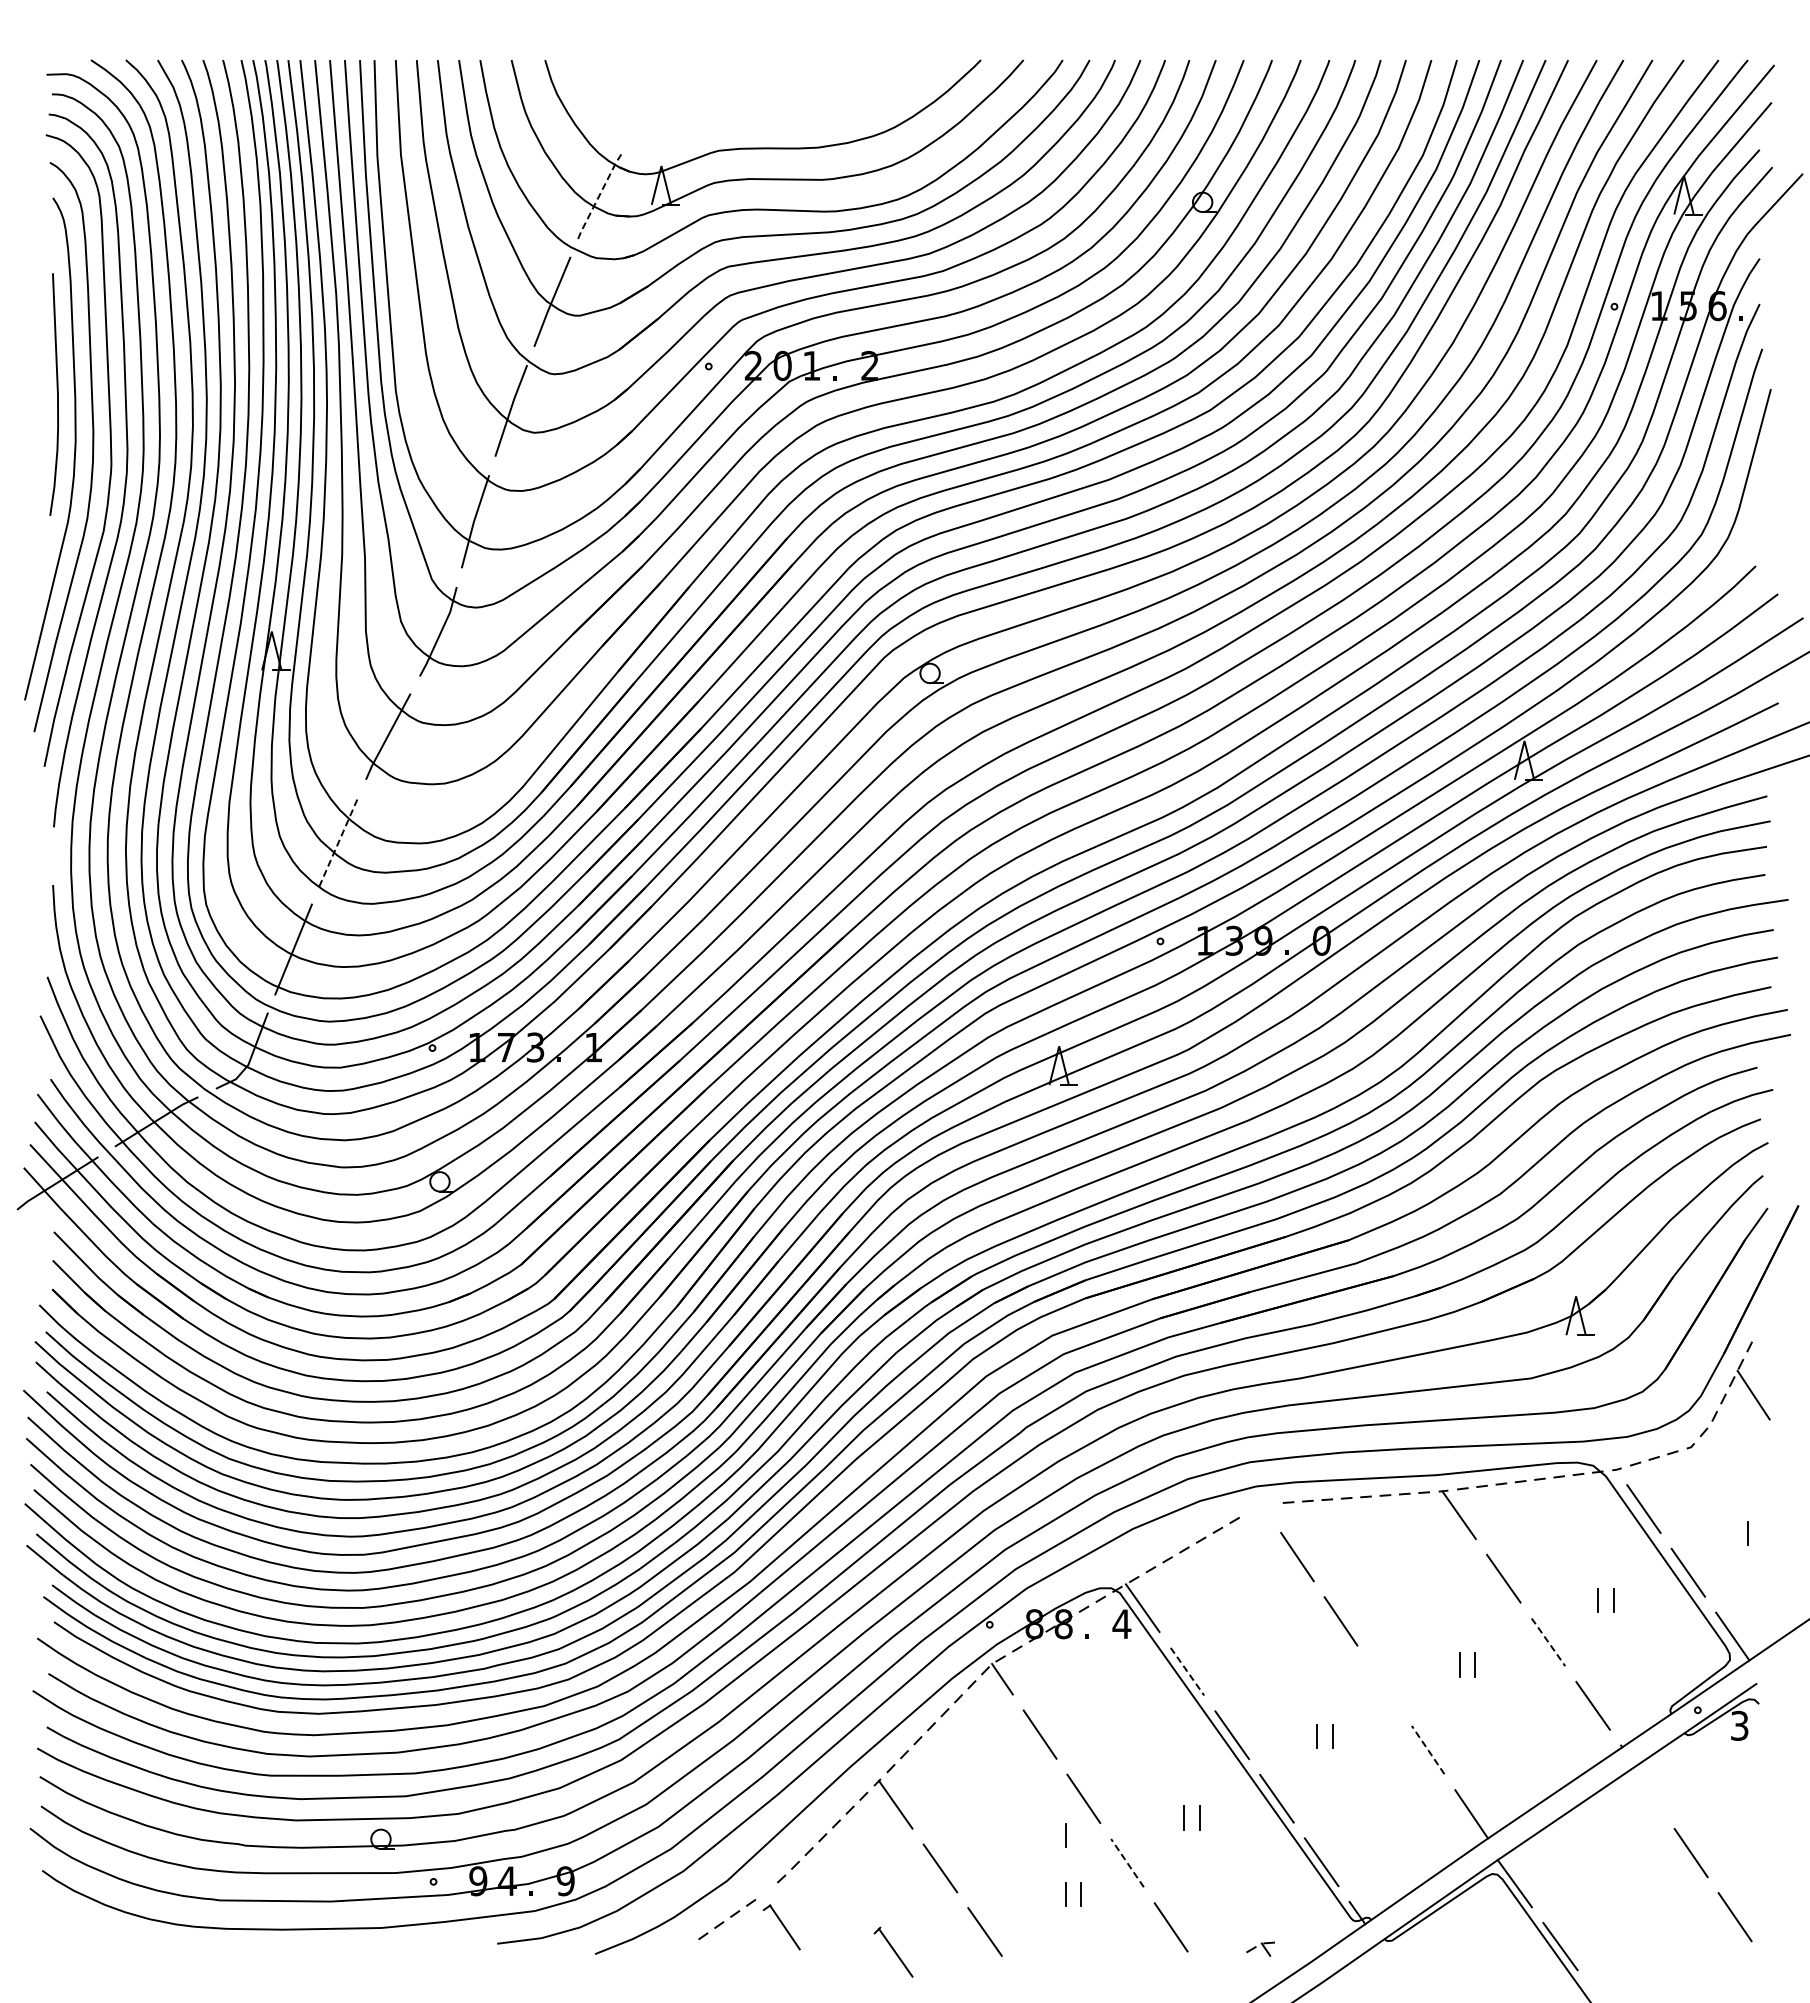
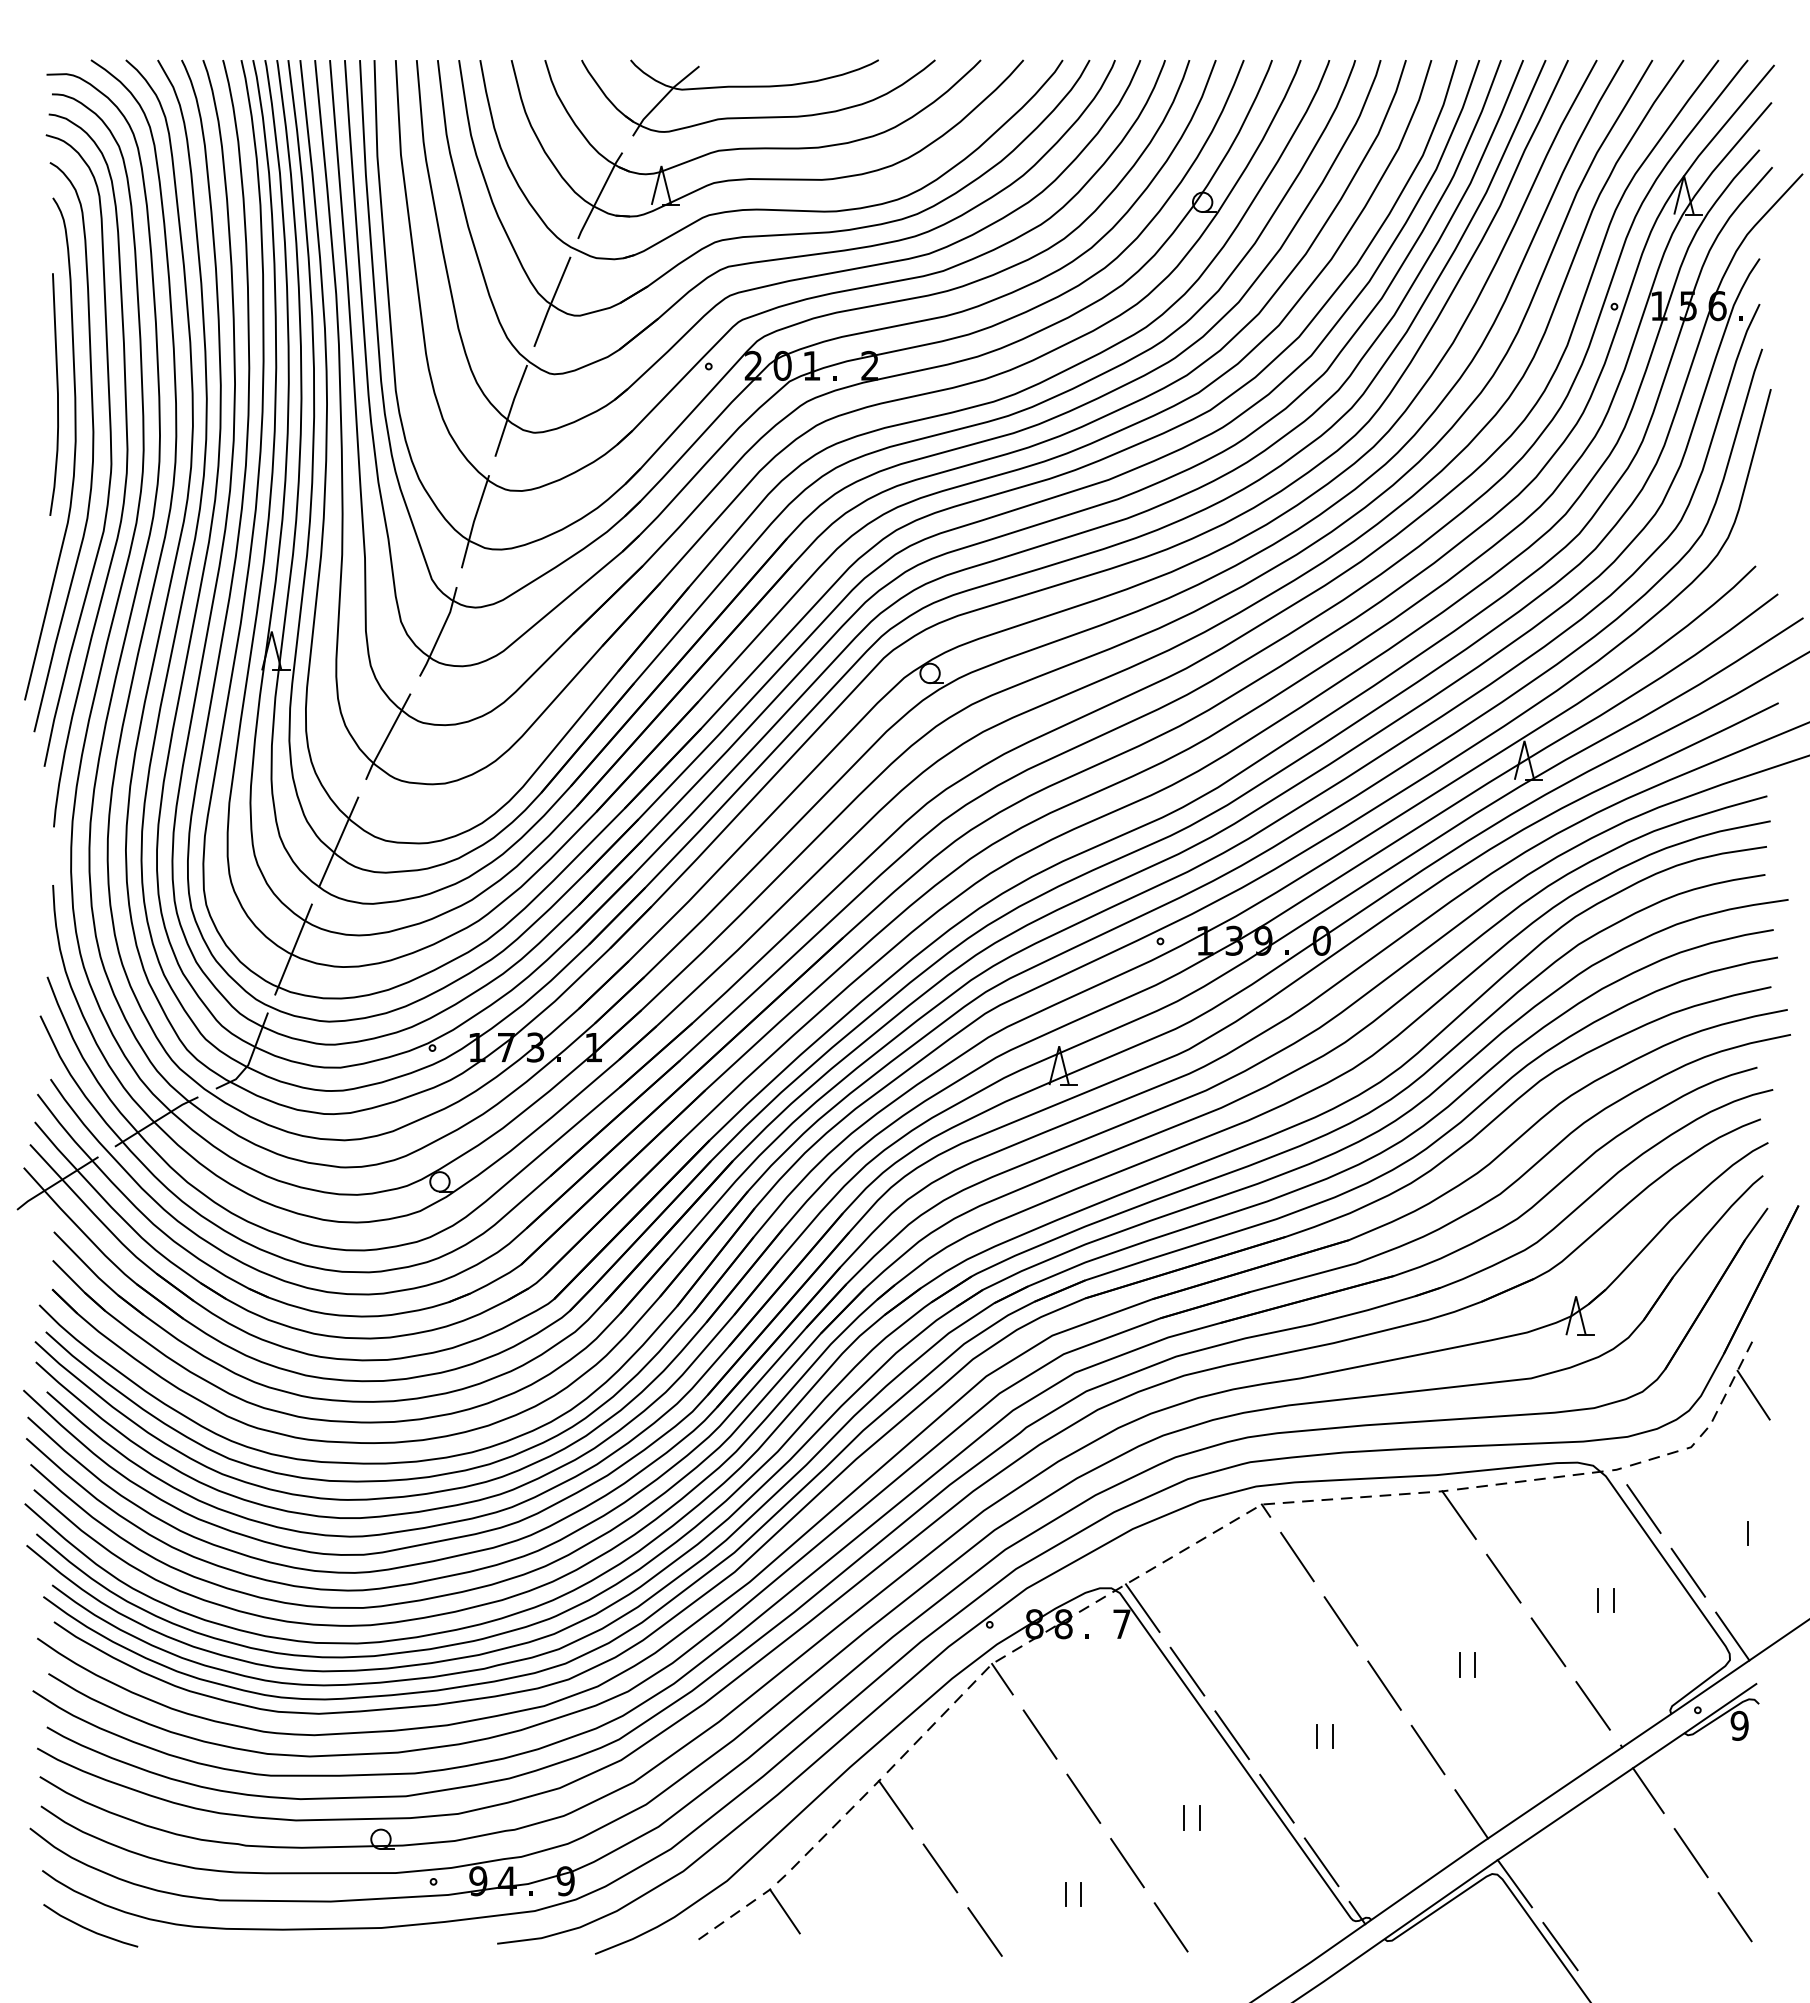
part at (758, 87): none -> present
line at (599, 195): dashed -> solid
line at (338, 842): dashed -> solid
text at (1121, 1623): 4 -> 7
line at (1548, 1642): dashed -> solid
line at (1187, 1672): dashed -> solid
line at (1384, 1685): none -> present
text at (1739, 1725): 3 -> 9
line at (1427, 1749): dashed -> solid
line at (1648, 1790): none -> present
line at (1065, 1835): present -> none
line at (1127, 1862): dashed -> solid
part at (781, 1927) position: (781, 1927) -> (781, 1911)
curve at (88, 1928): none -> present
part at (1260, 1948) position: (1260, 1948) -> (1260, 1509)
part at (893, 1951): present -> none
